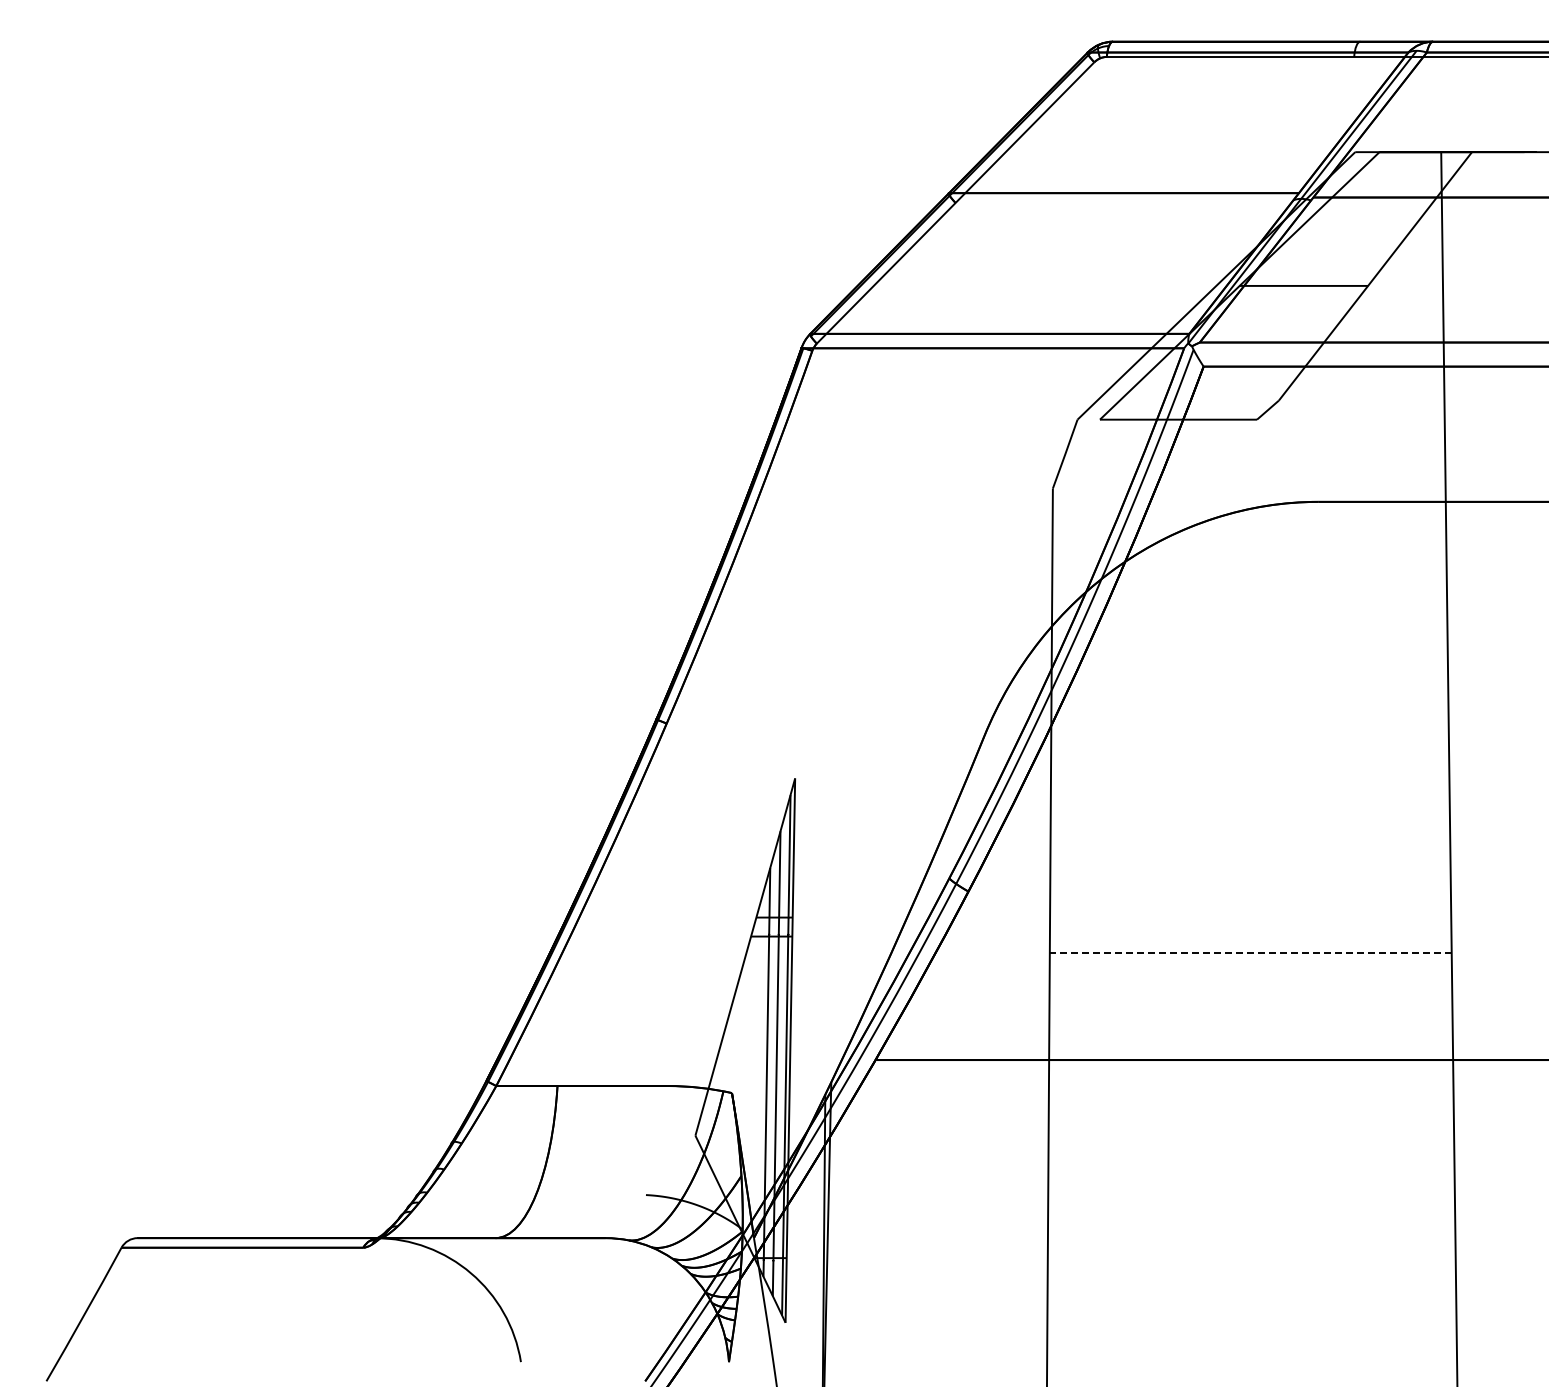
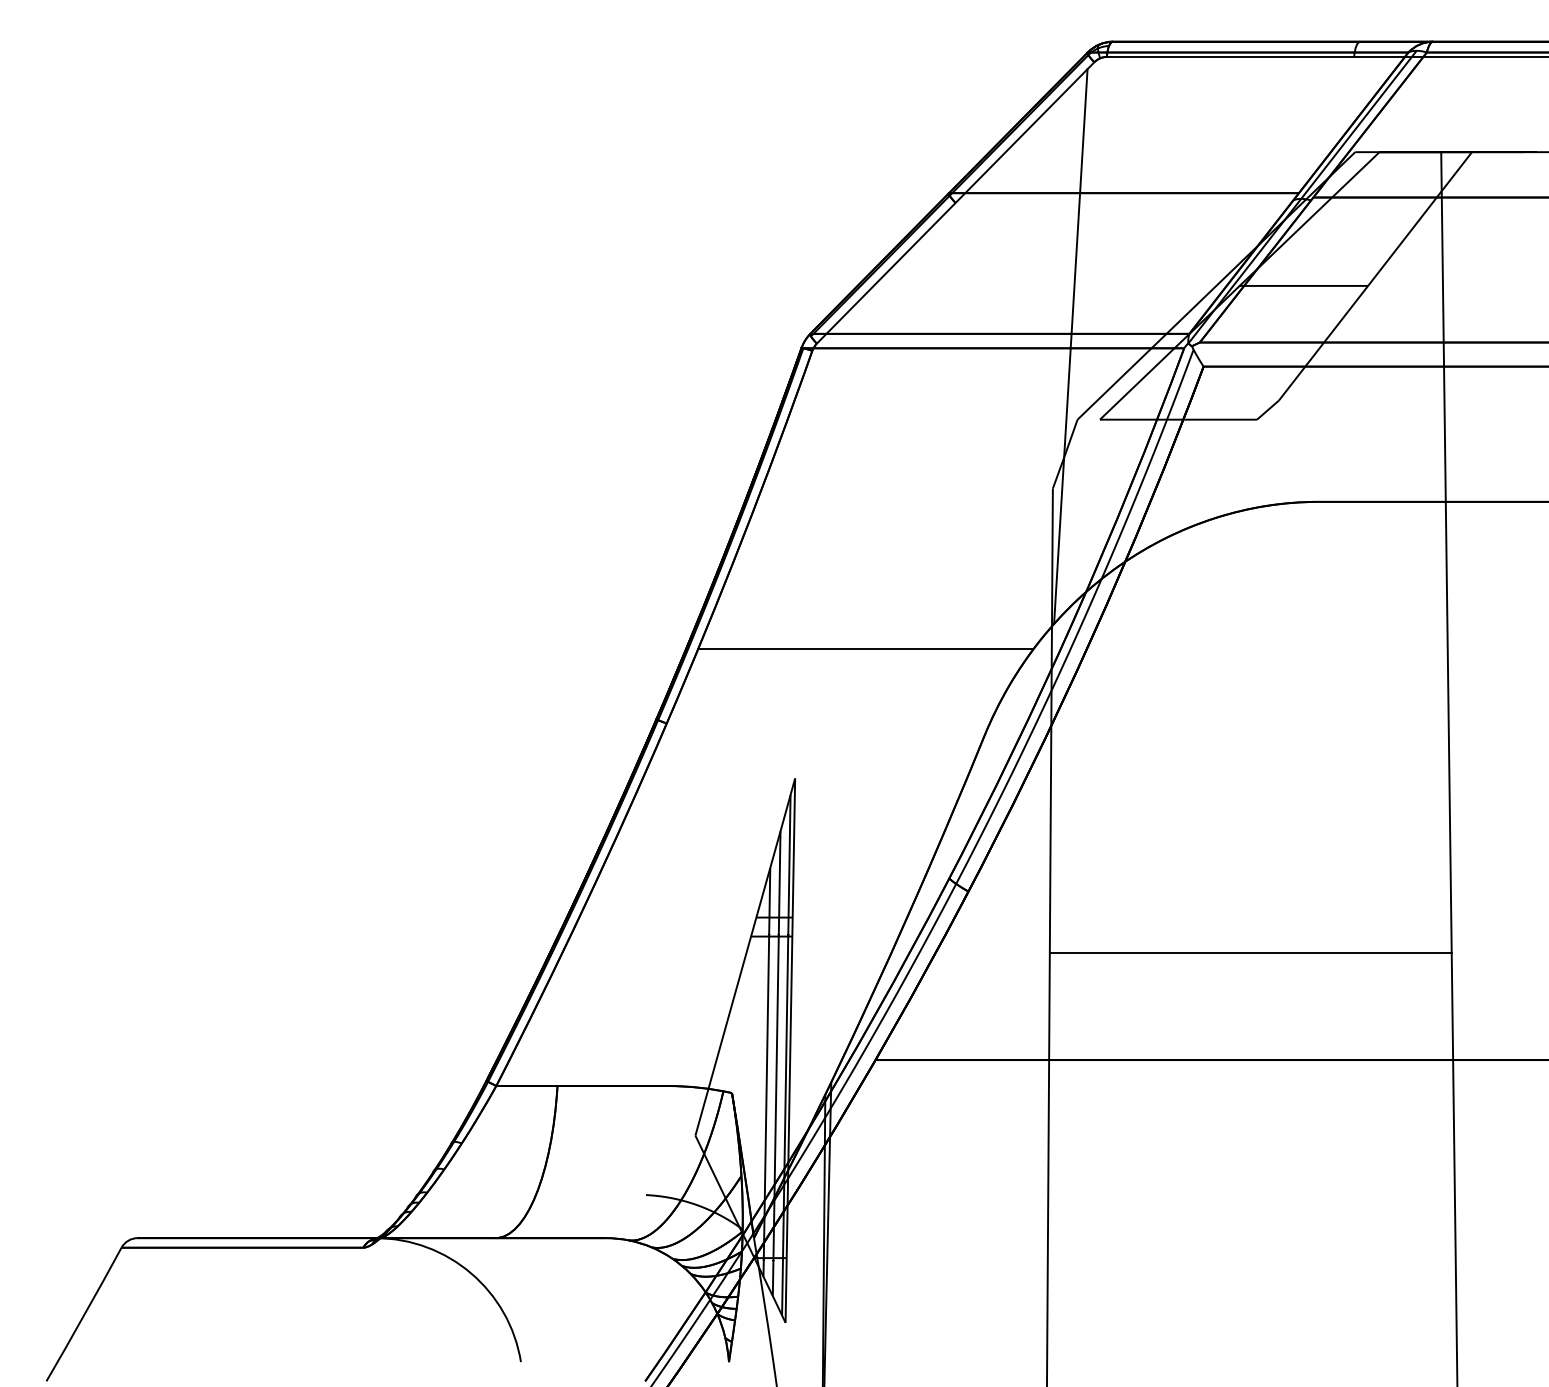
line at (1070, 346): none -> present
line at (865, 649): none -> present
line at (1250, 952): dashed -> solid
